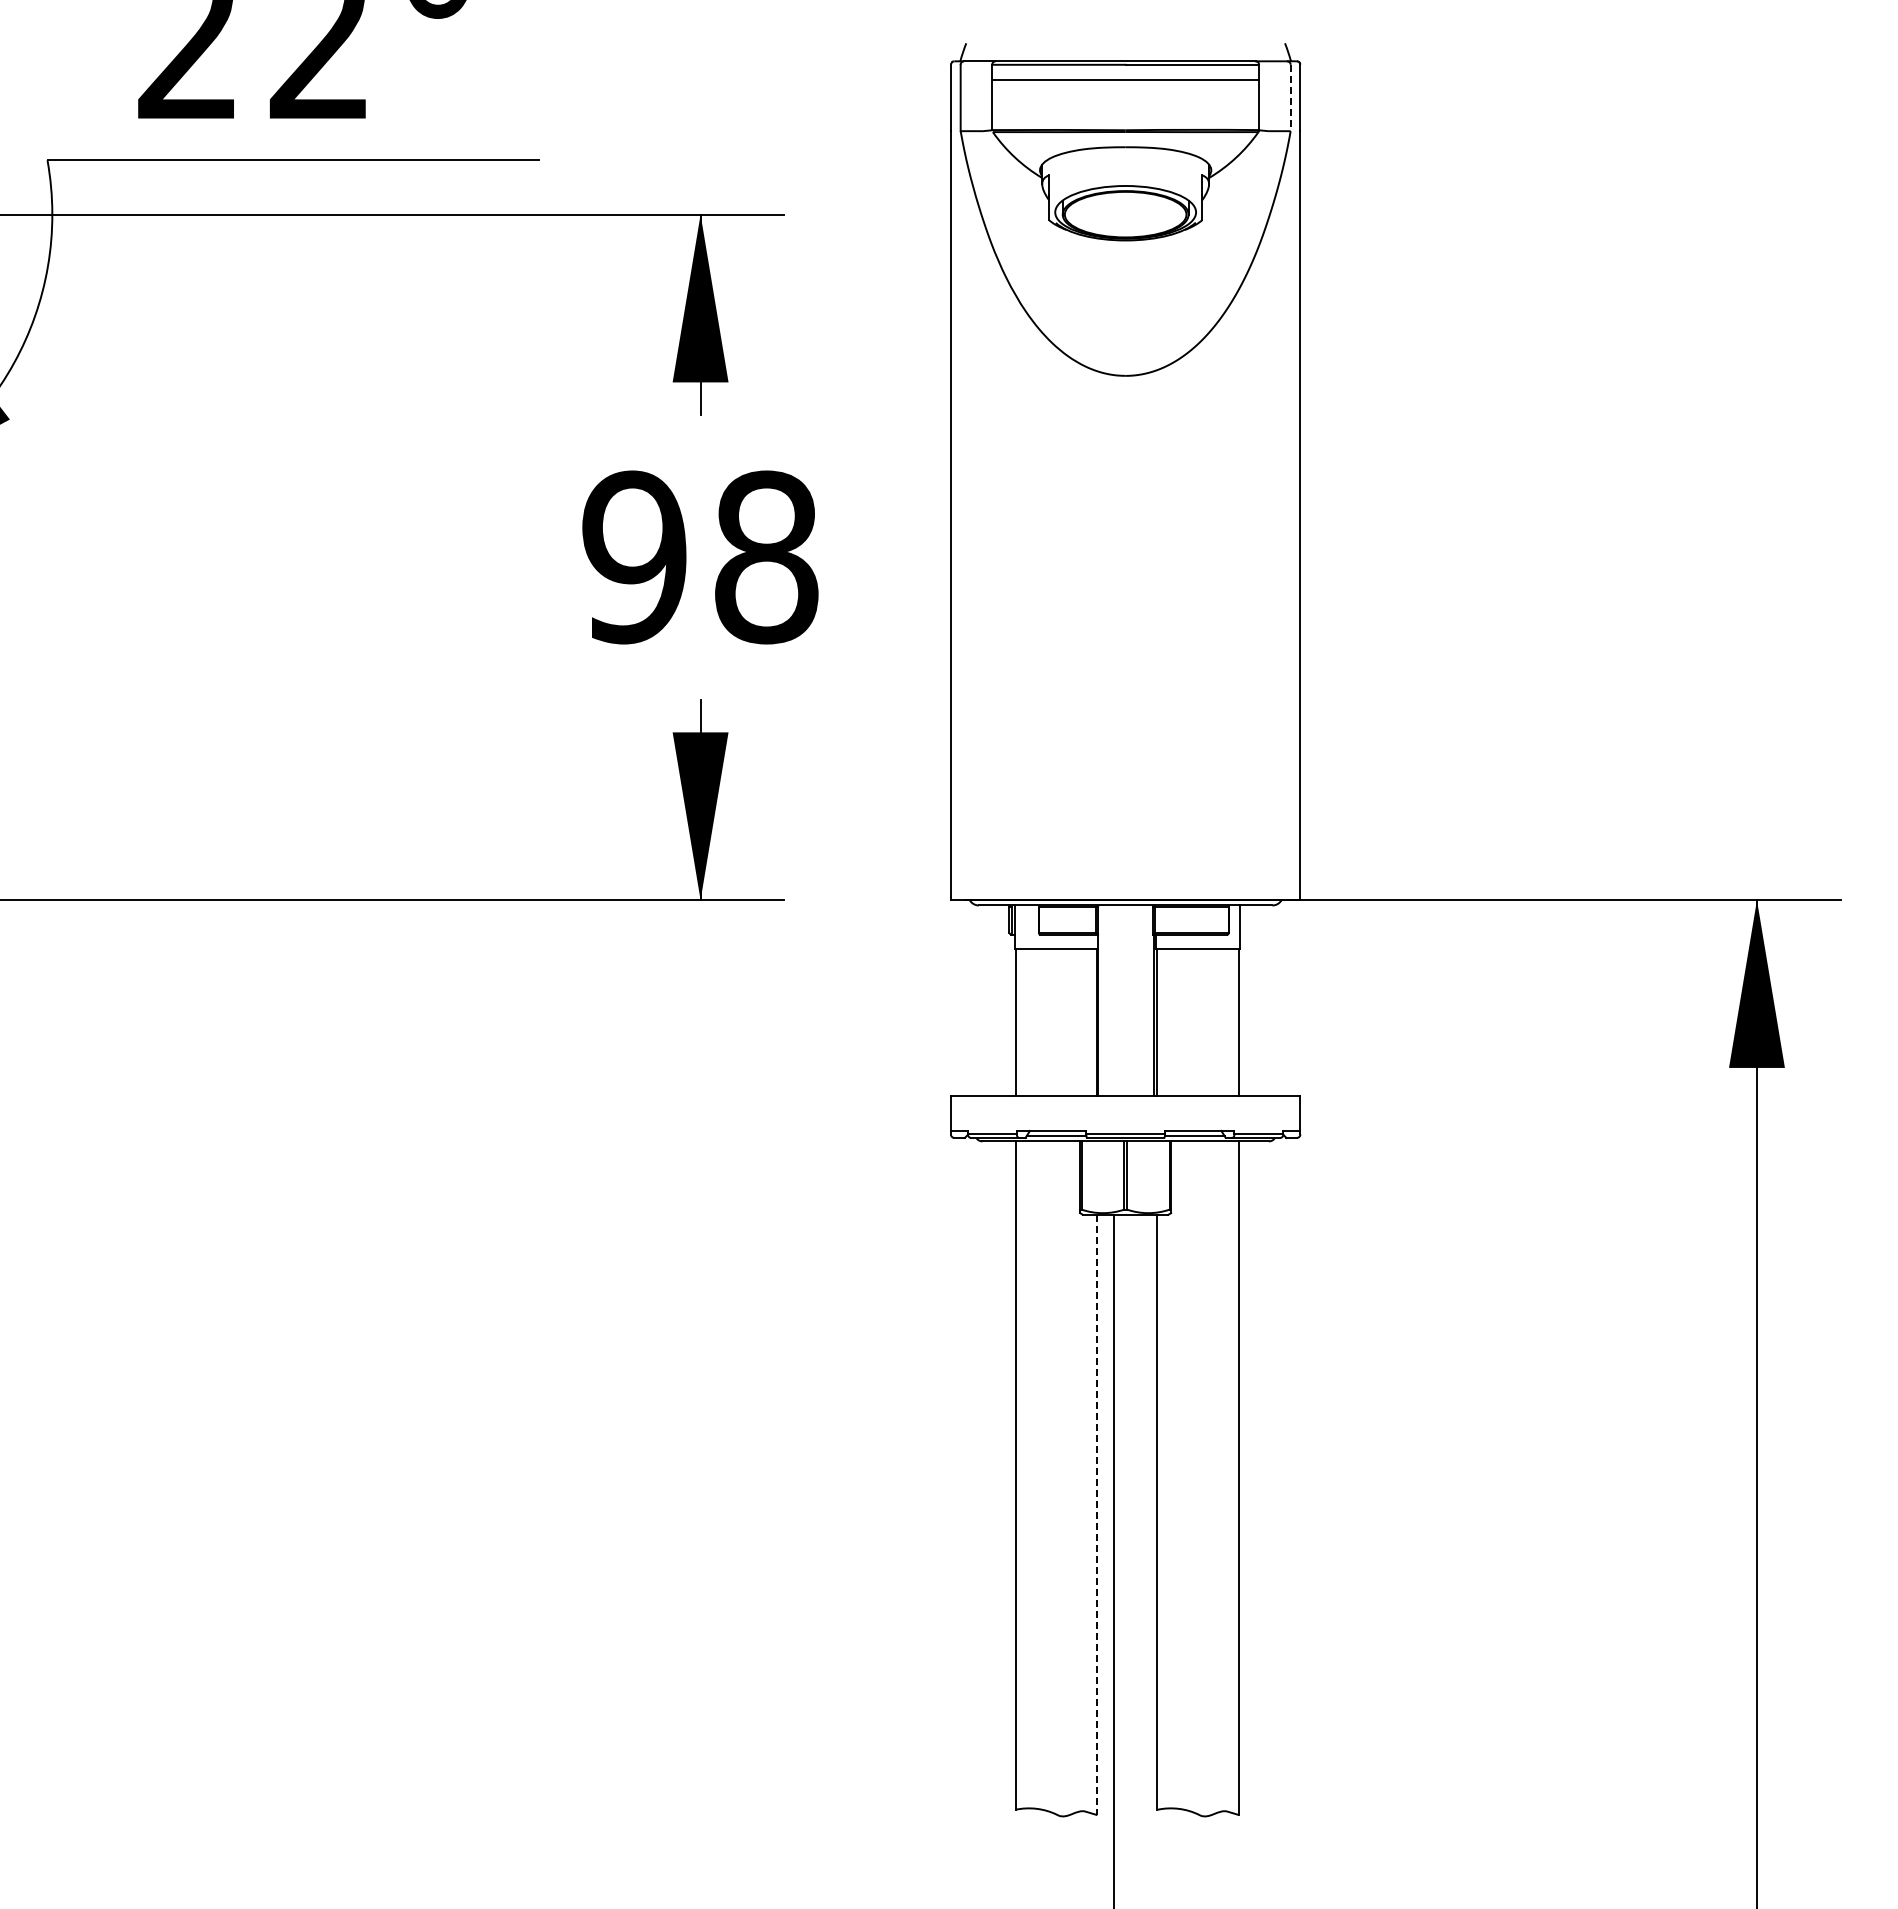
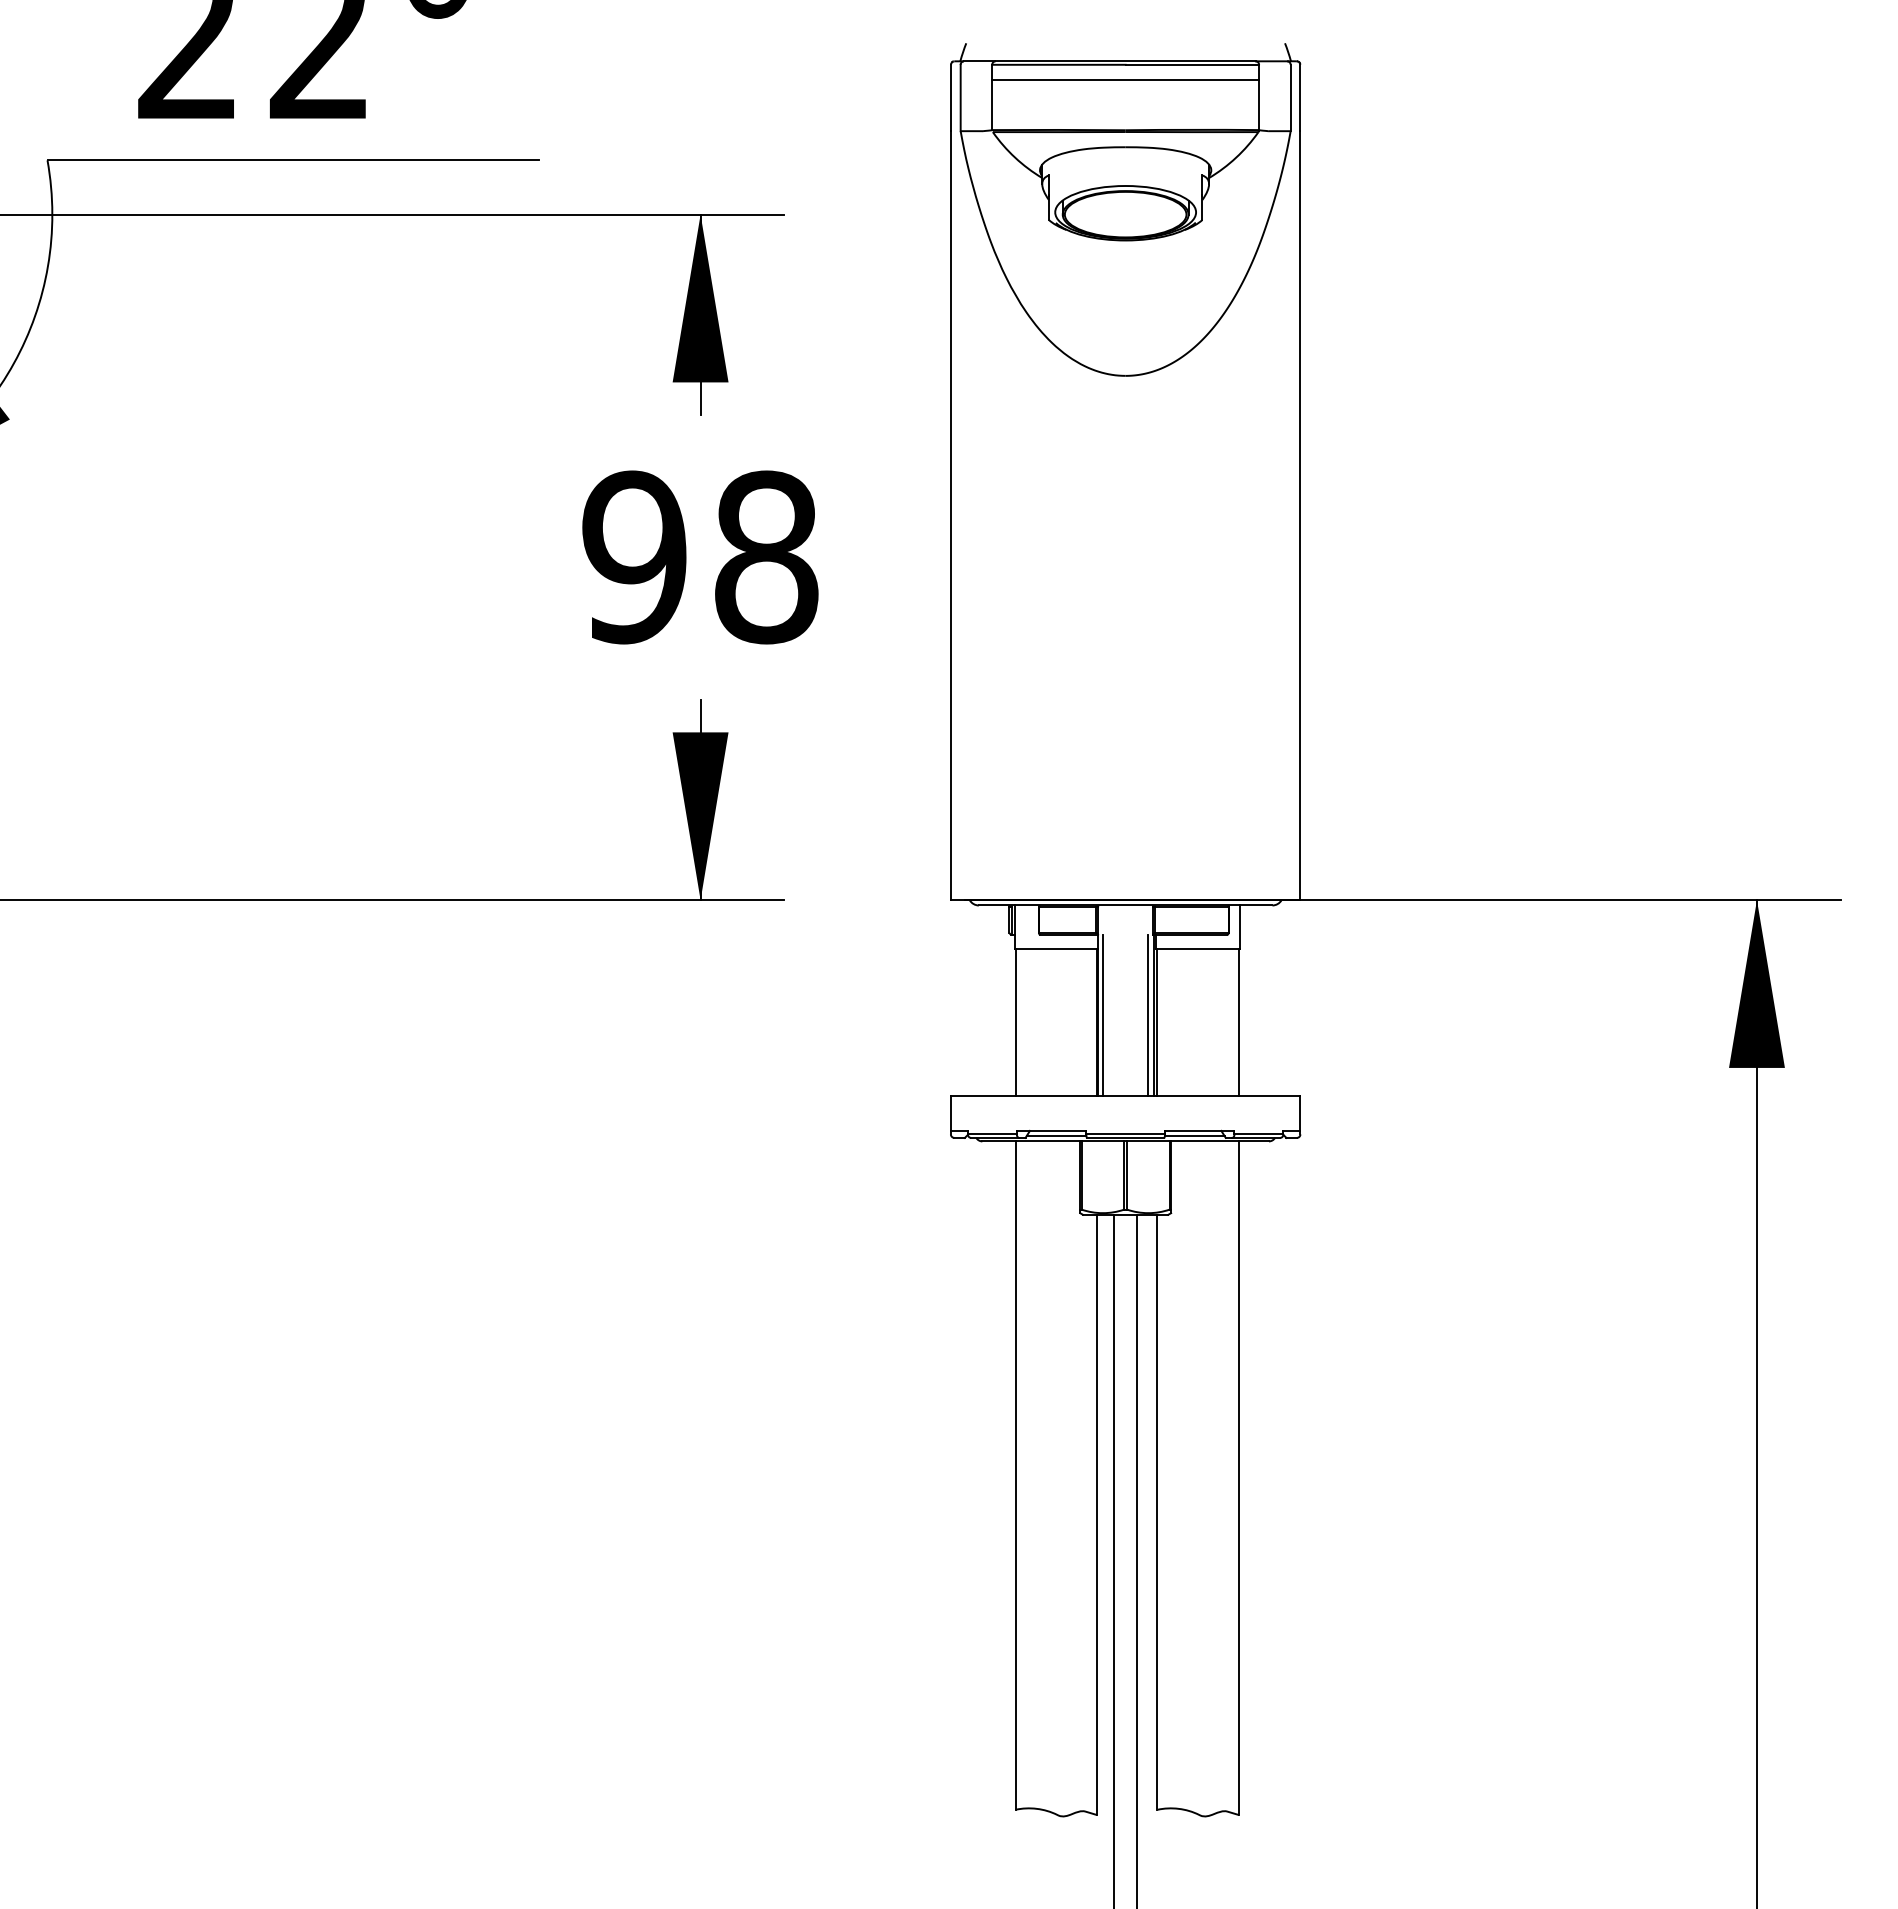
line at (1290, 98): dashed -> solid
line at (1103, 1015): none -> present
line at (1148, 1015): none -> present
line at (1097, 1515): dashed -> solid
line at (1136, 1559): none -> present
